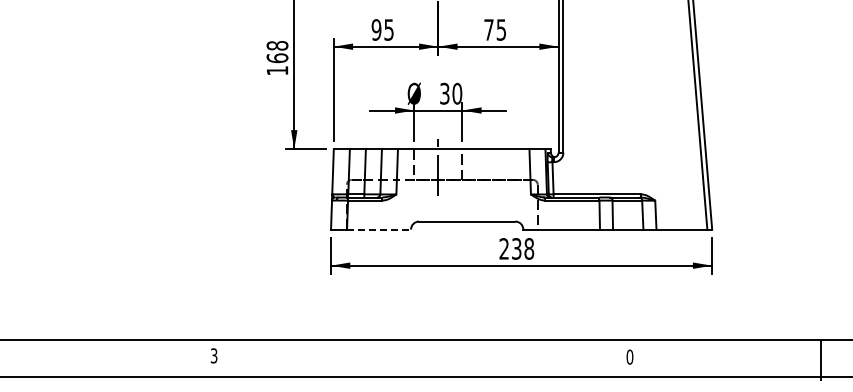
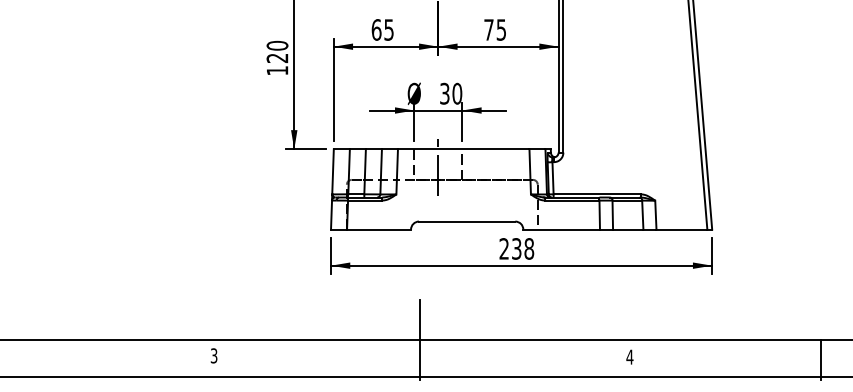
text at (376, 29): 95 -> 65
text at (277, 51): 168 -> 120
line at (379, 229): dashed -> solid
line at (419, 339): none -> present
text at (629, 356): 0 -> 4
